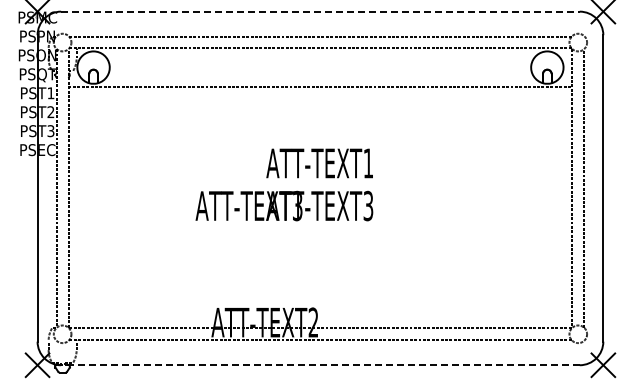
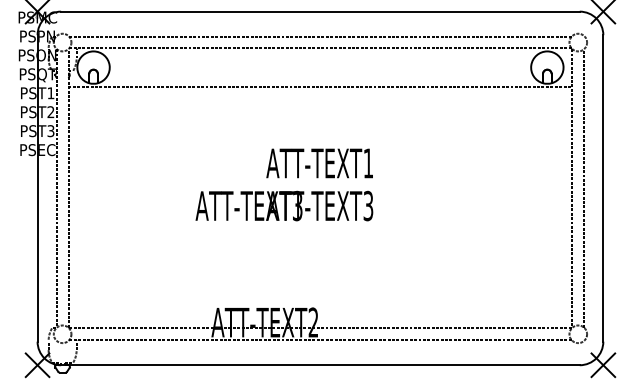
line at (320, 11): dashed -> solid
line at (319, 365): dashed -> solid
